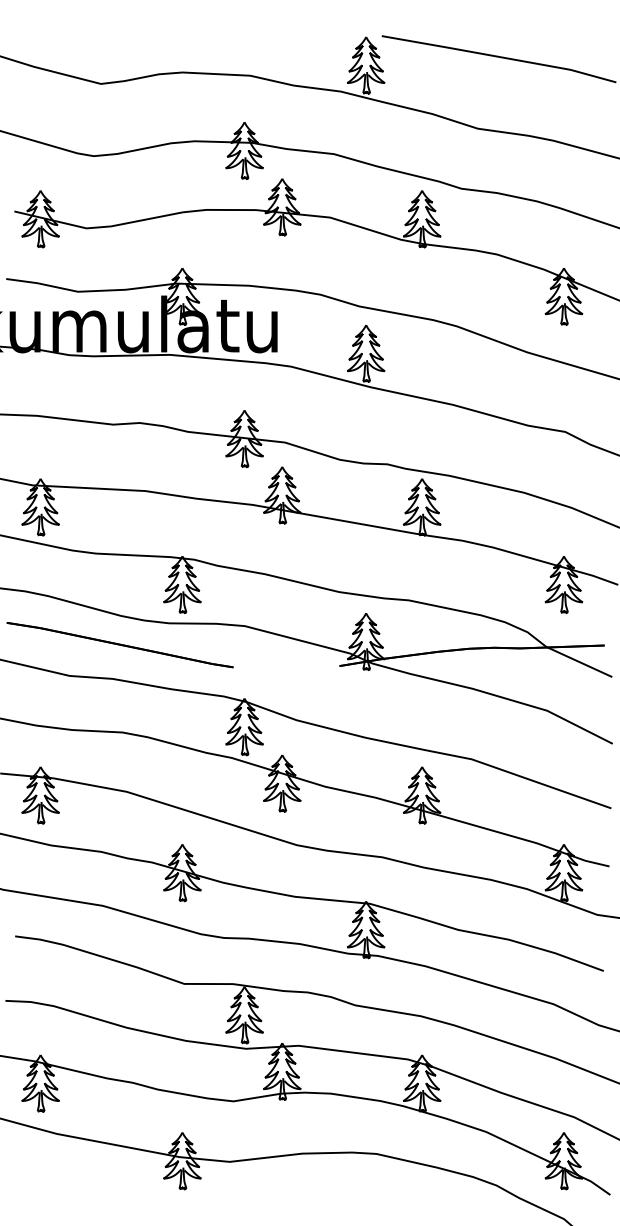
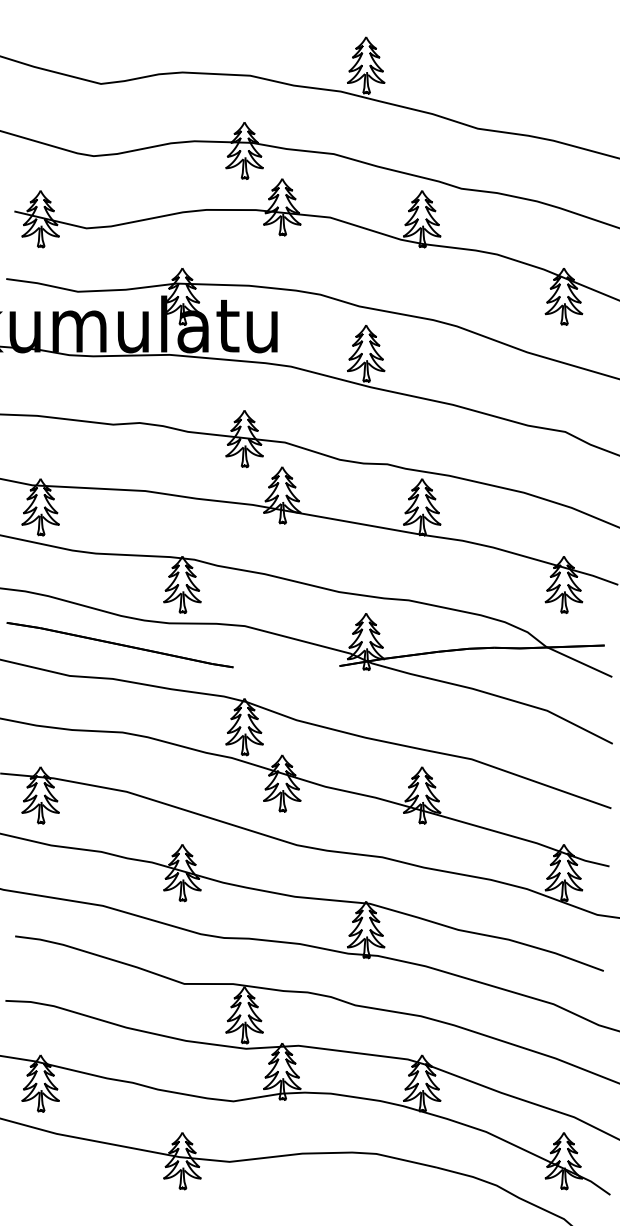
line at (498, 57): present -> none
